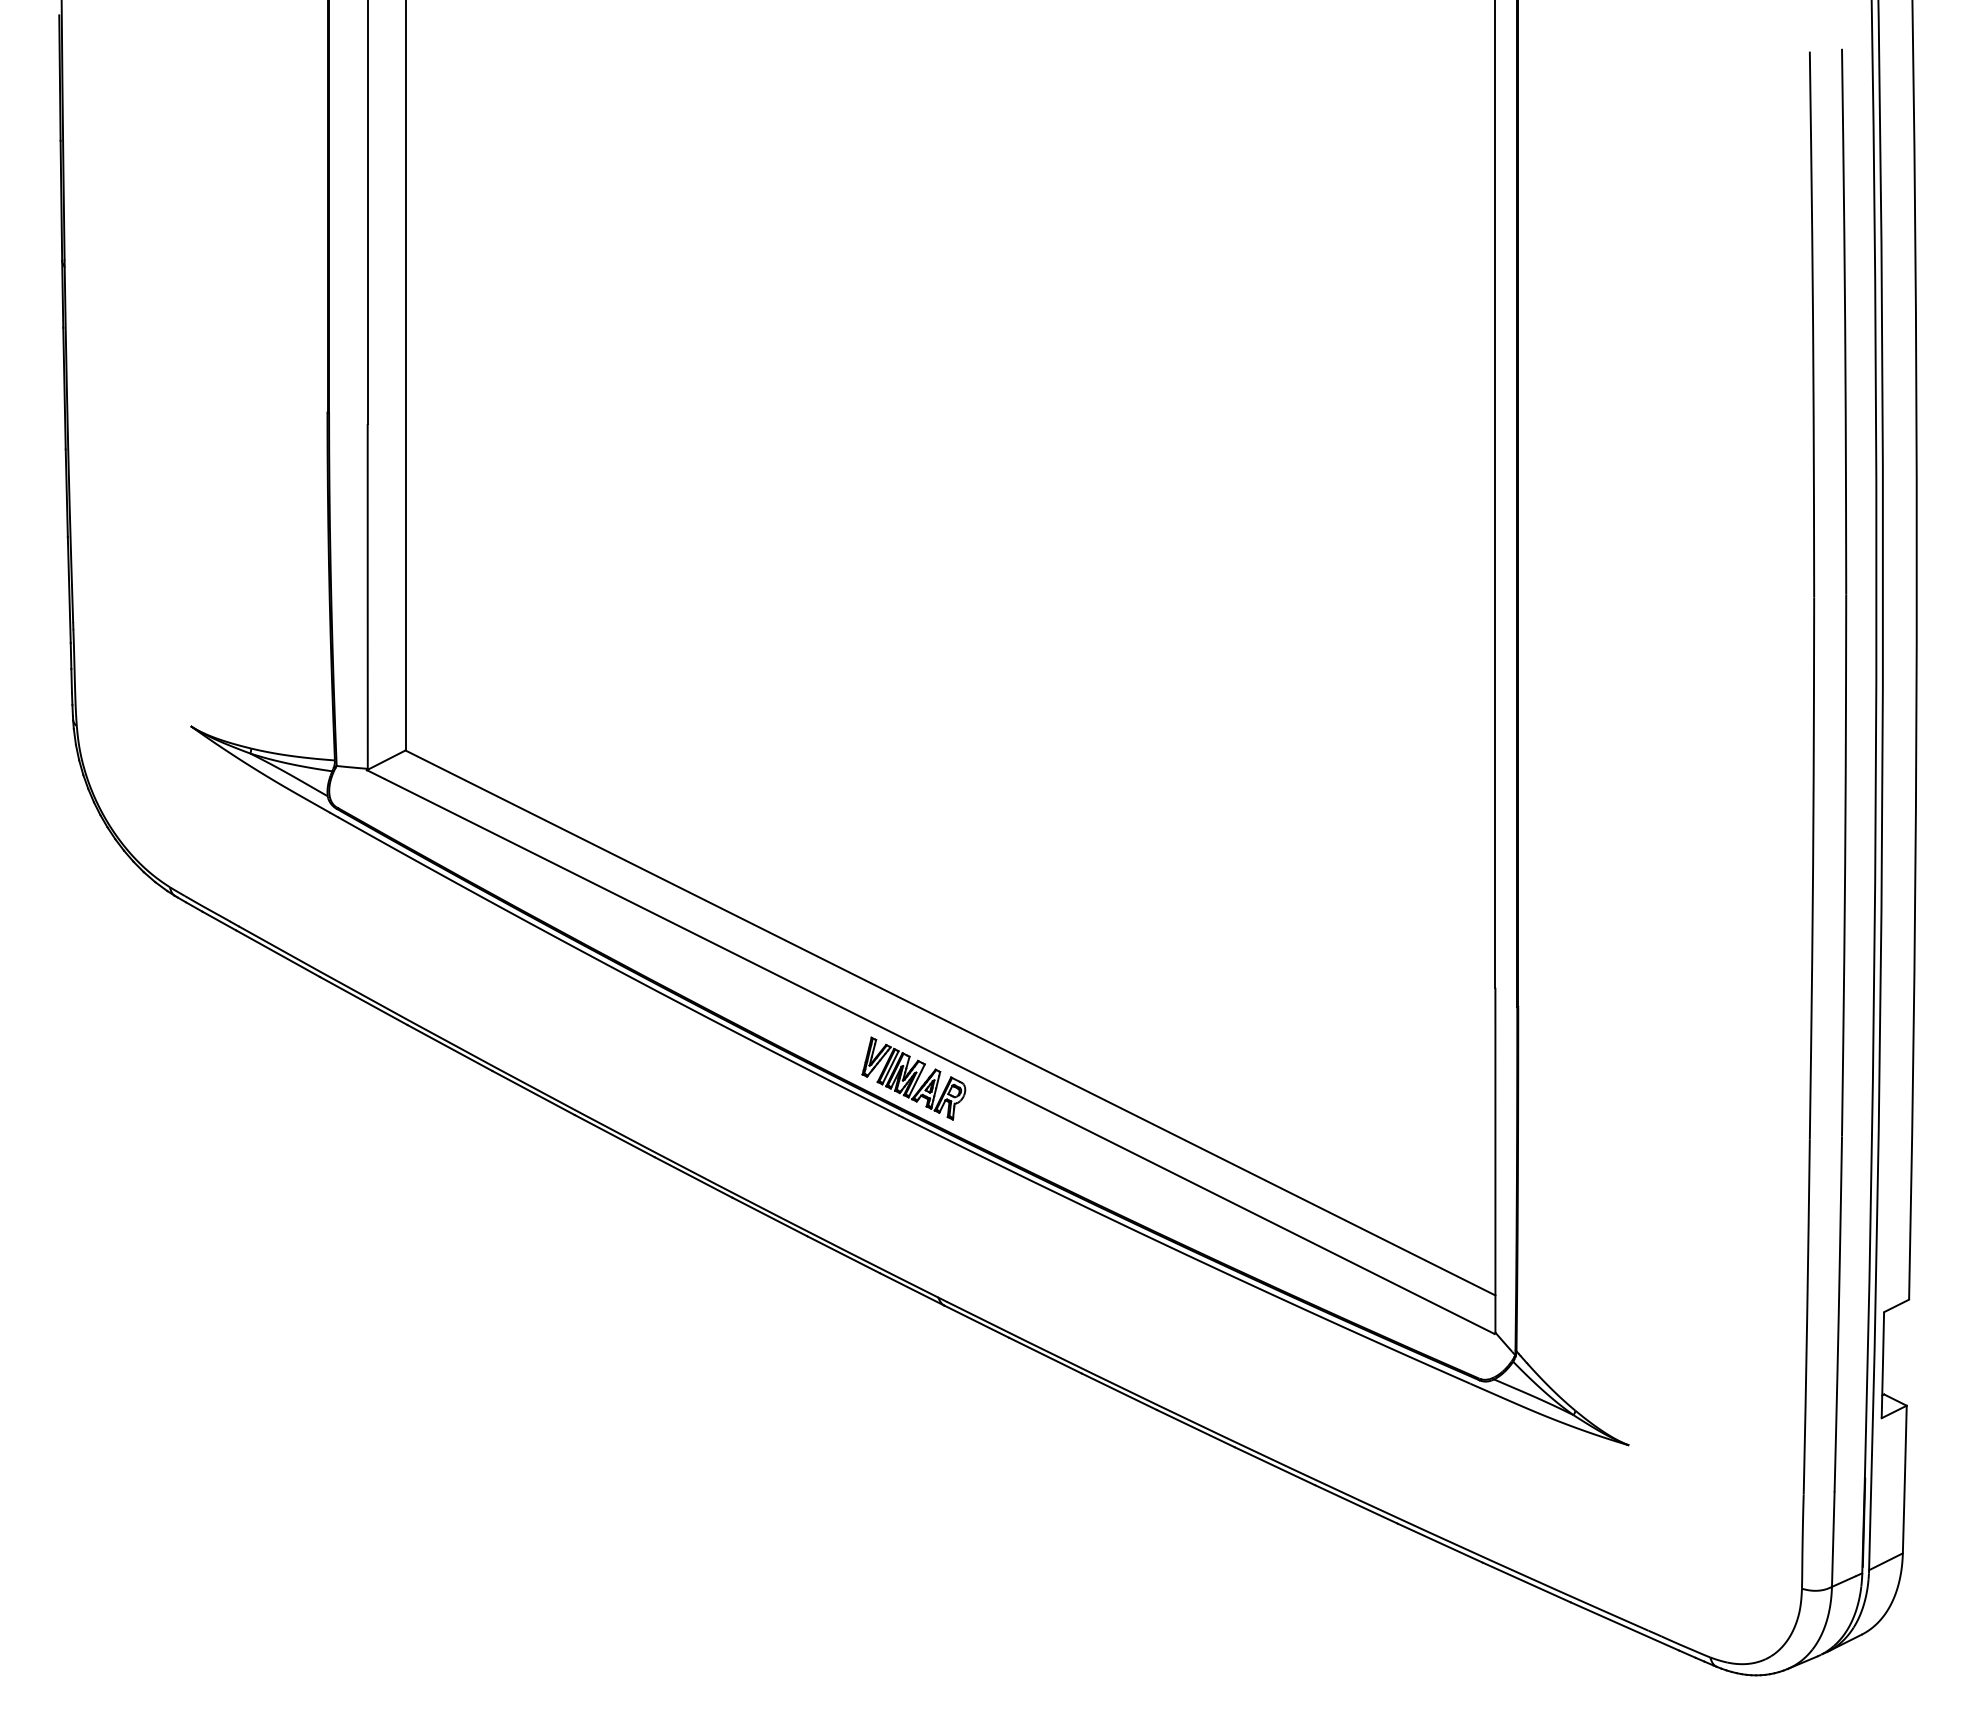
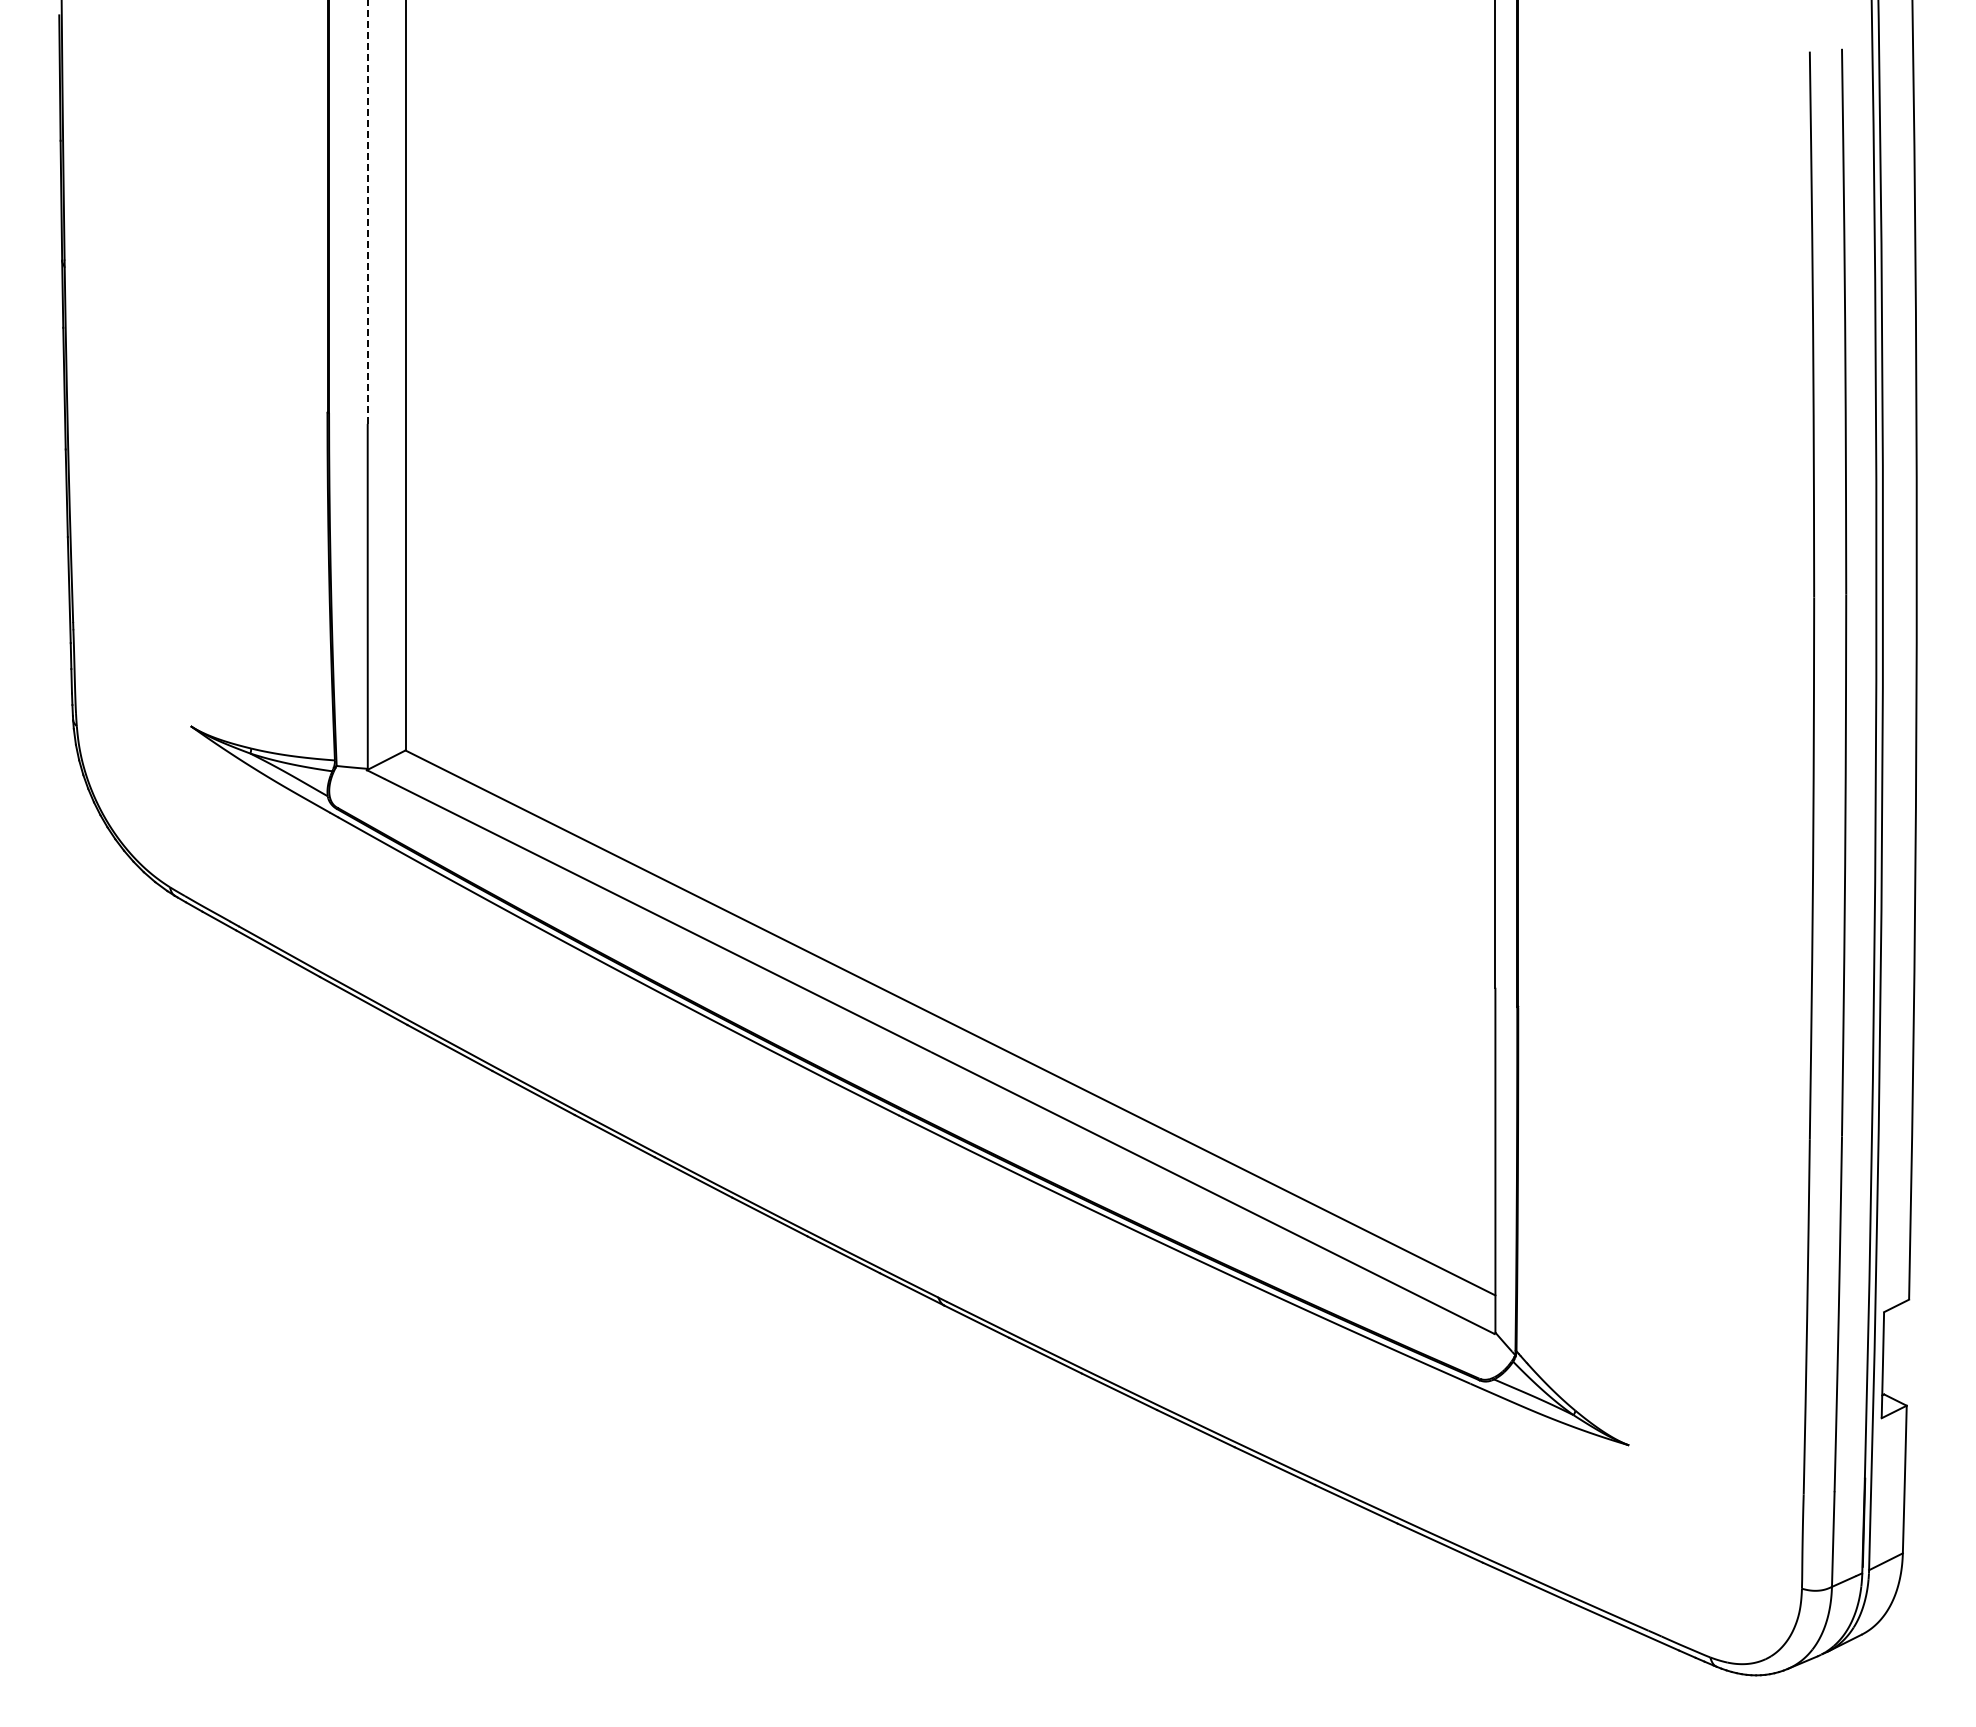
line at (367, 211): solid -> dashed
part at (913, 1078): present -> none
